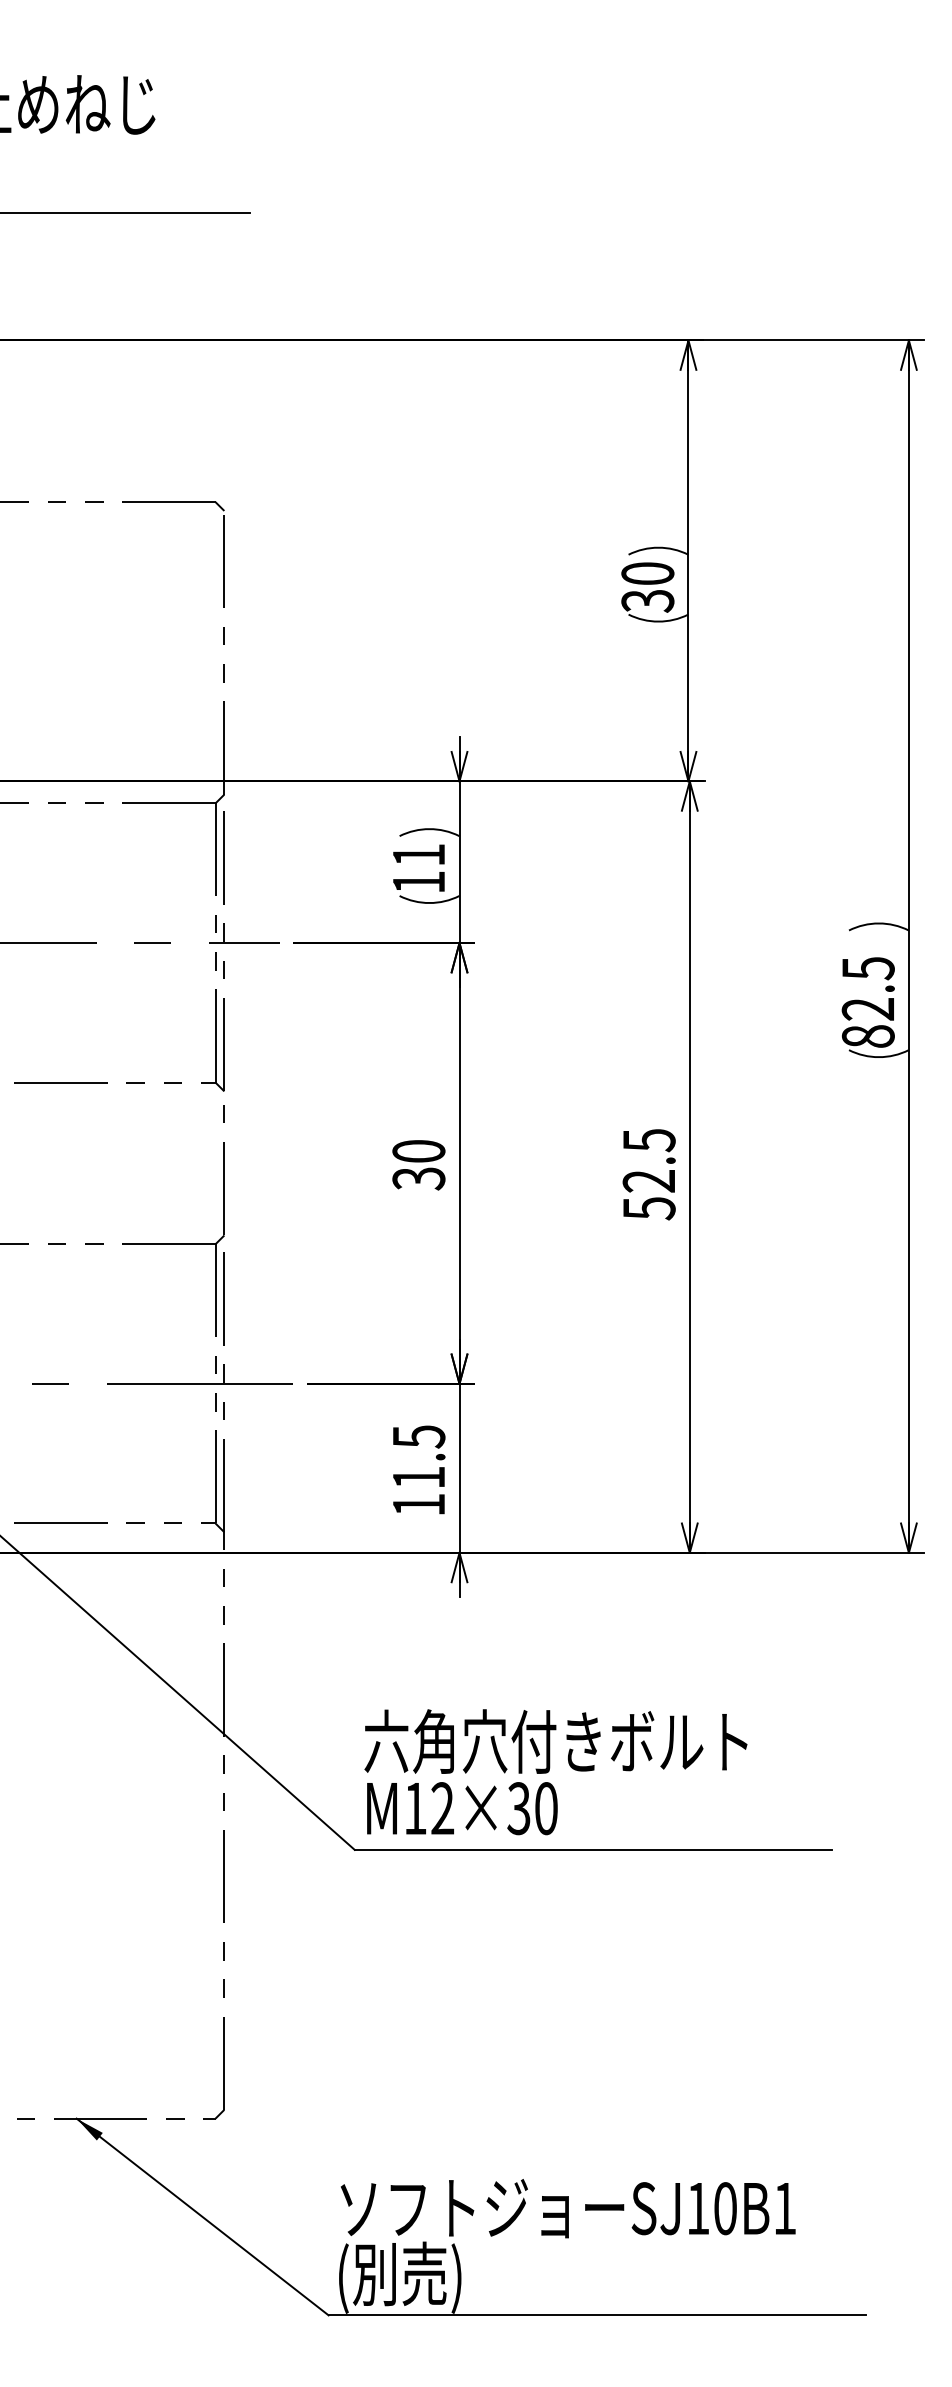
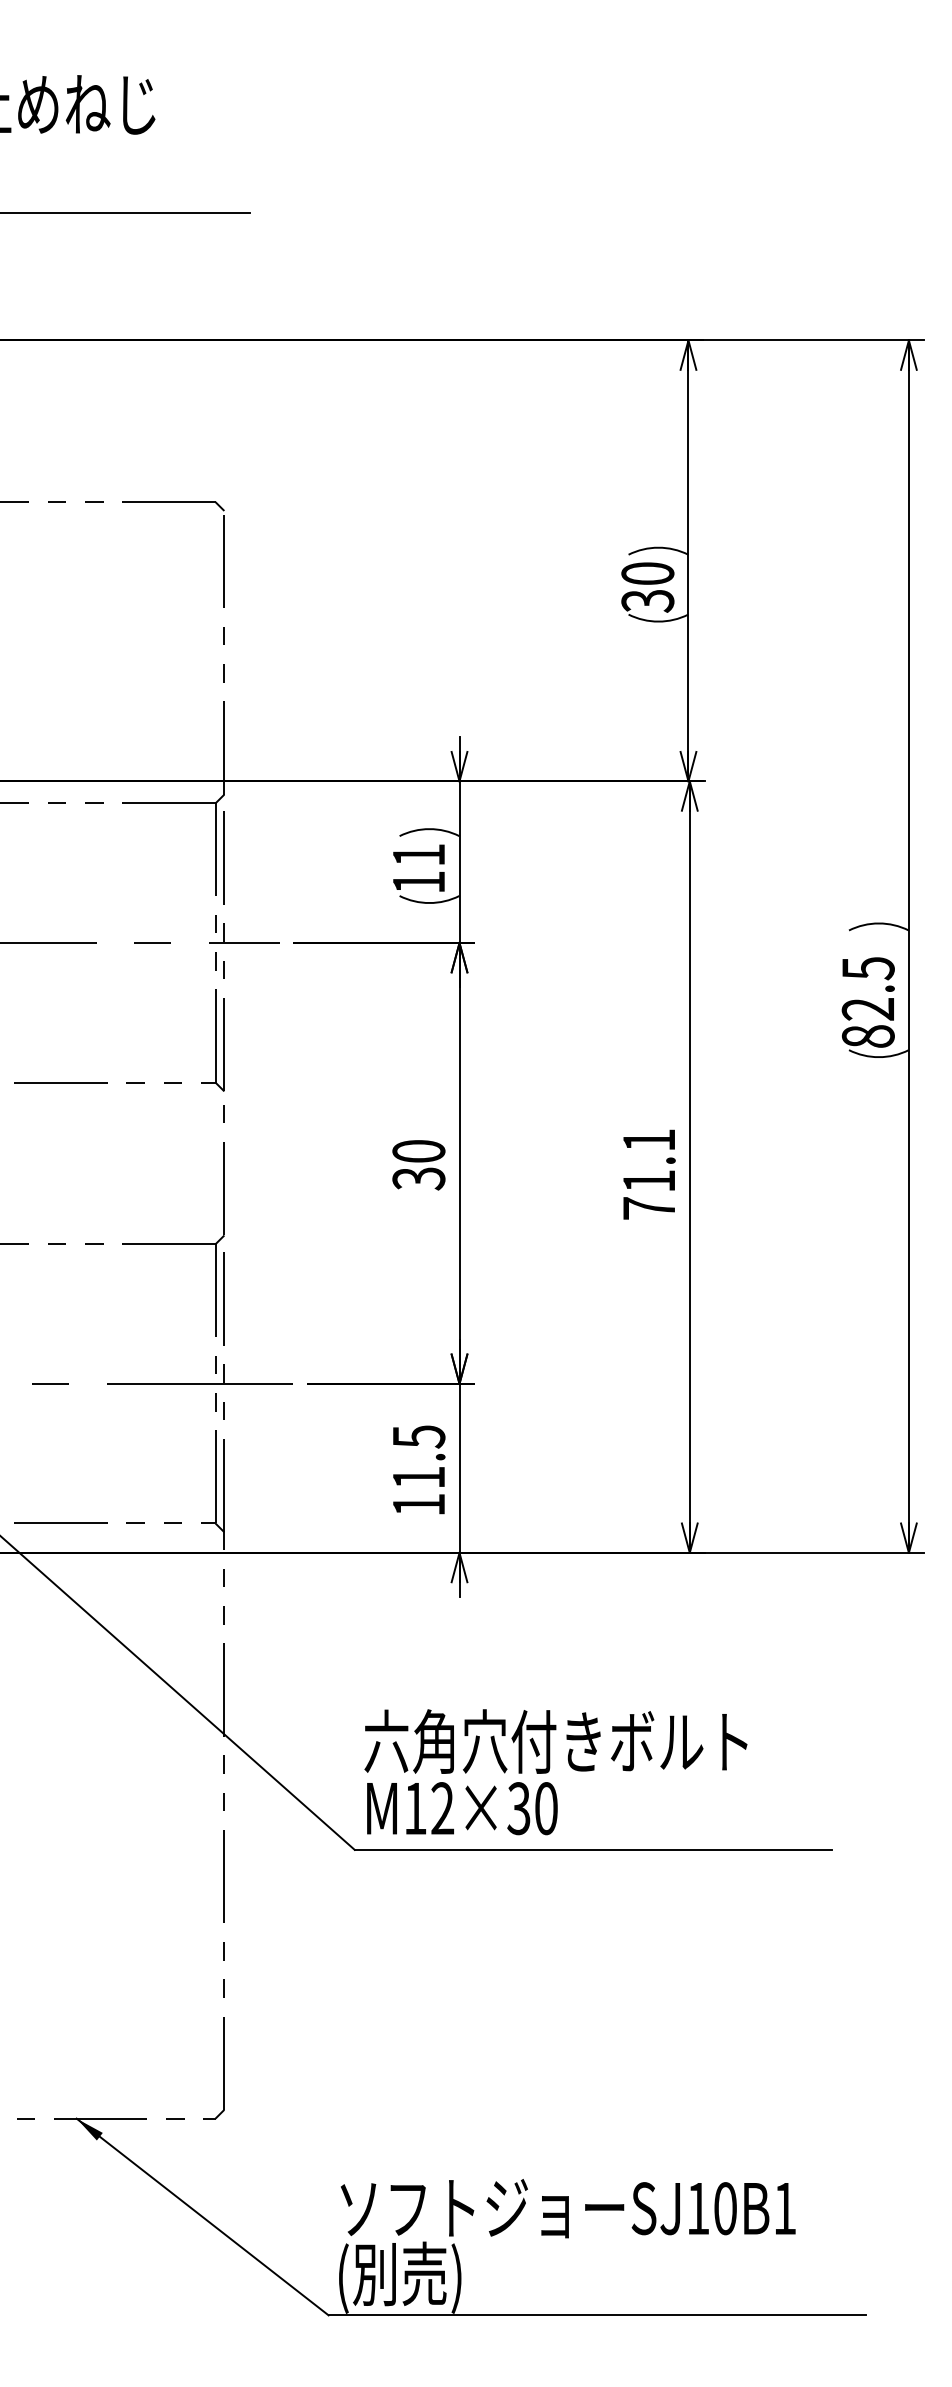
text at (648, 1174): 52.5 -> 71.1
